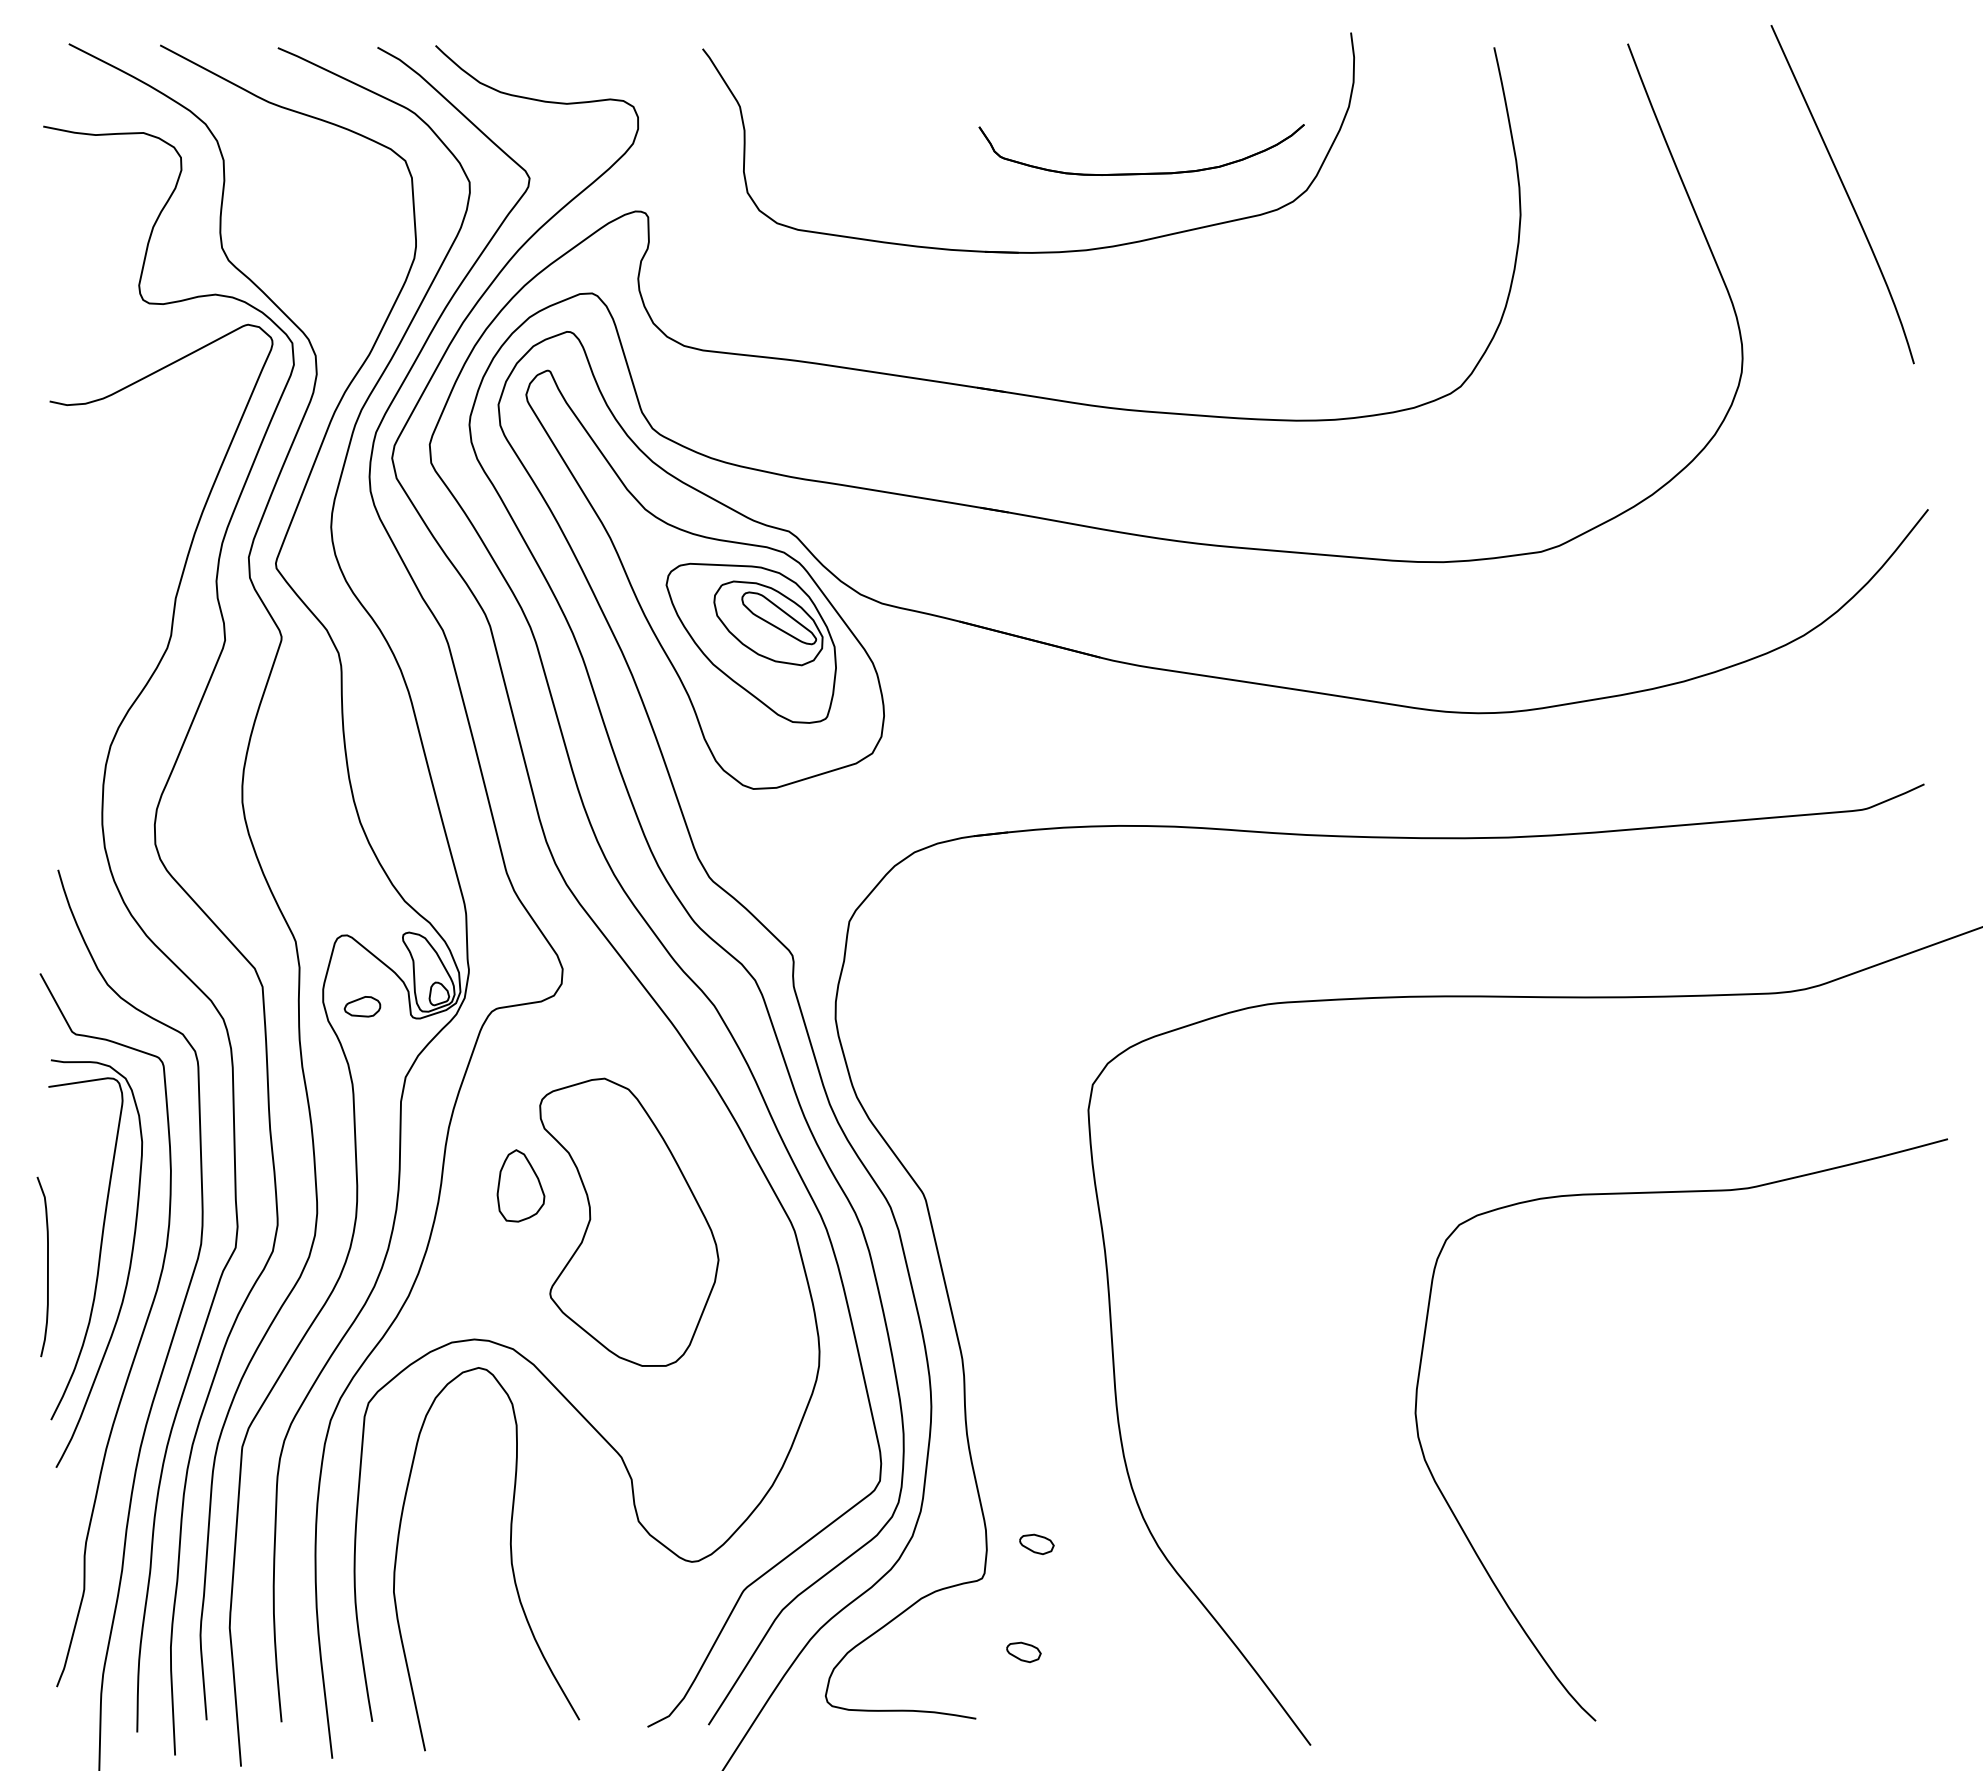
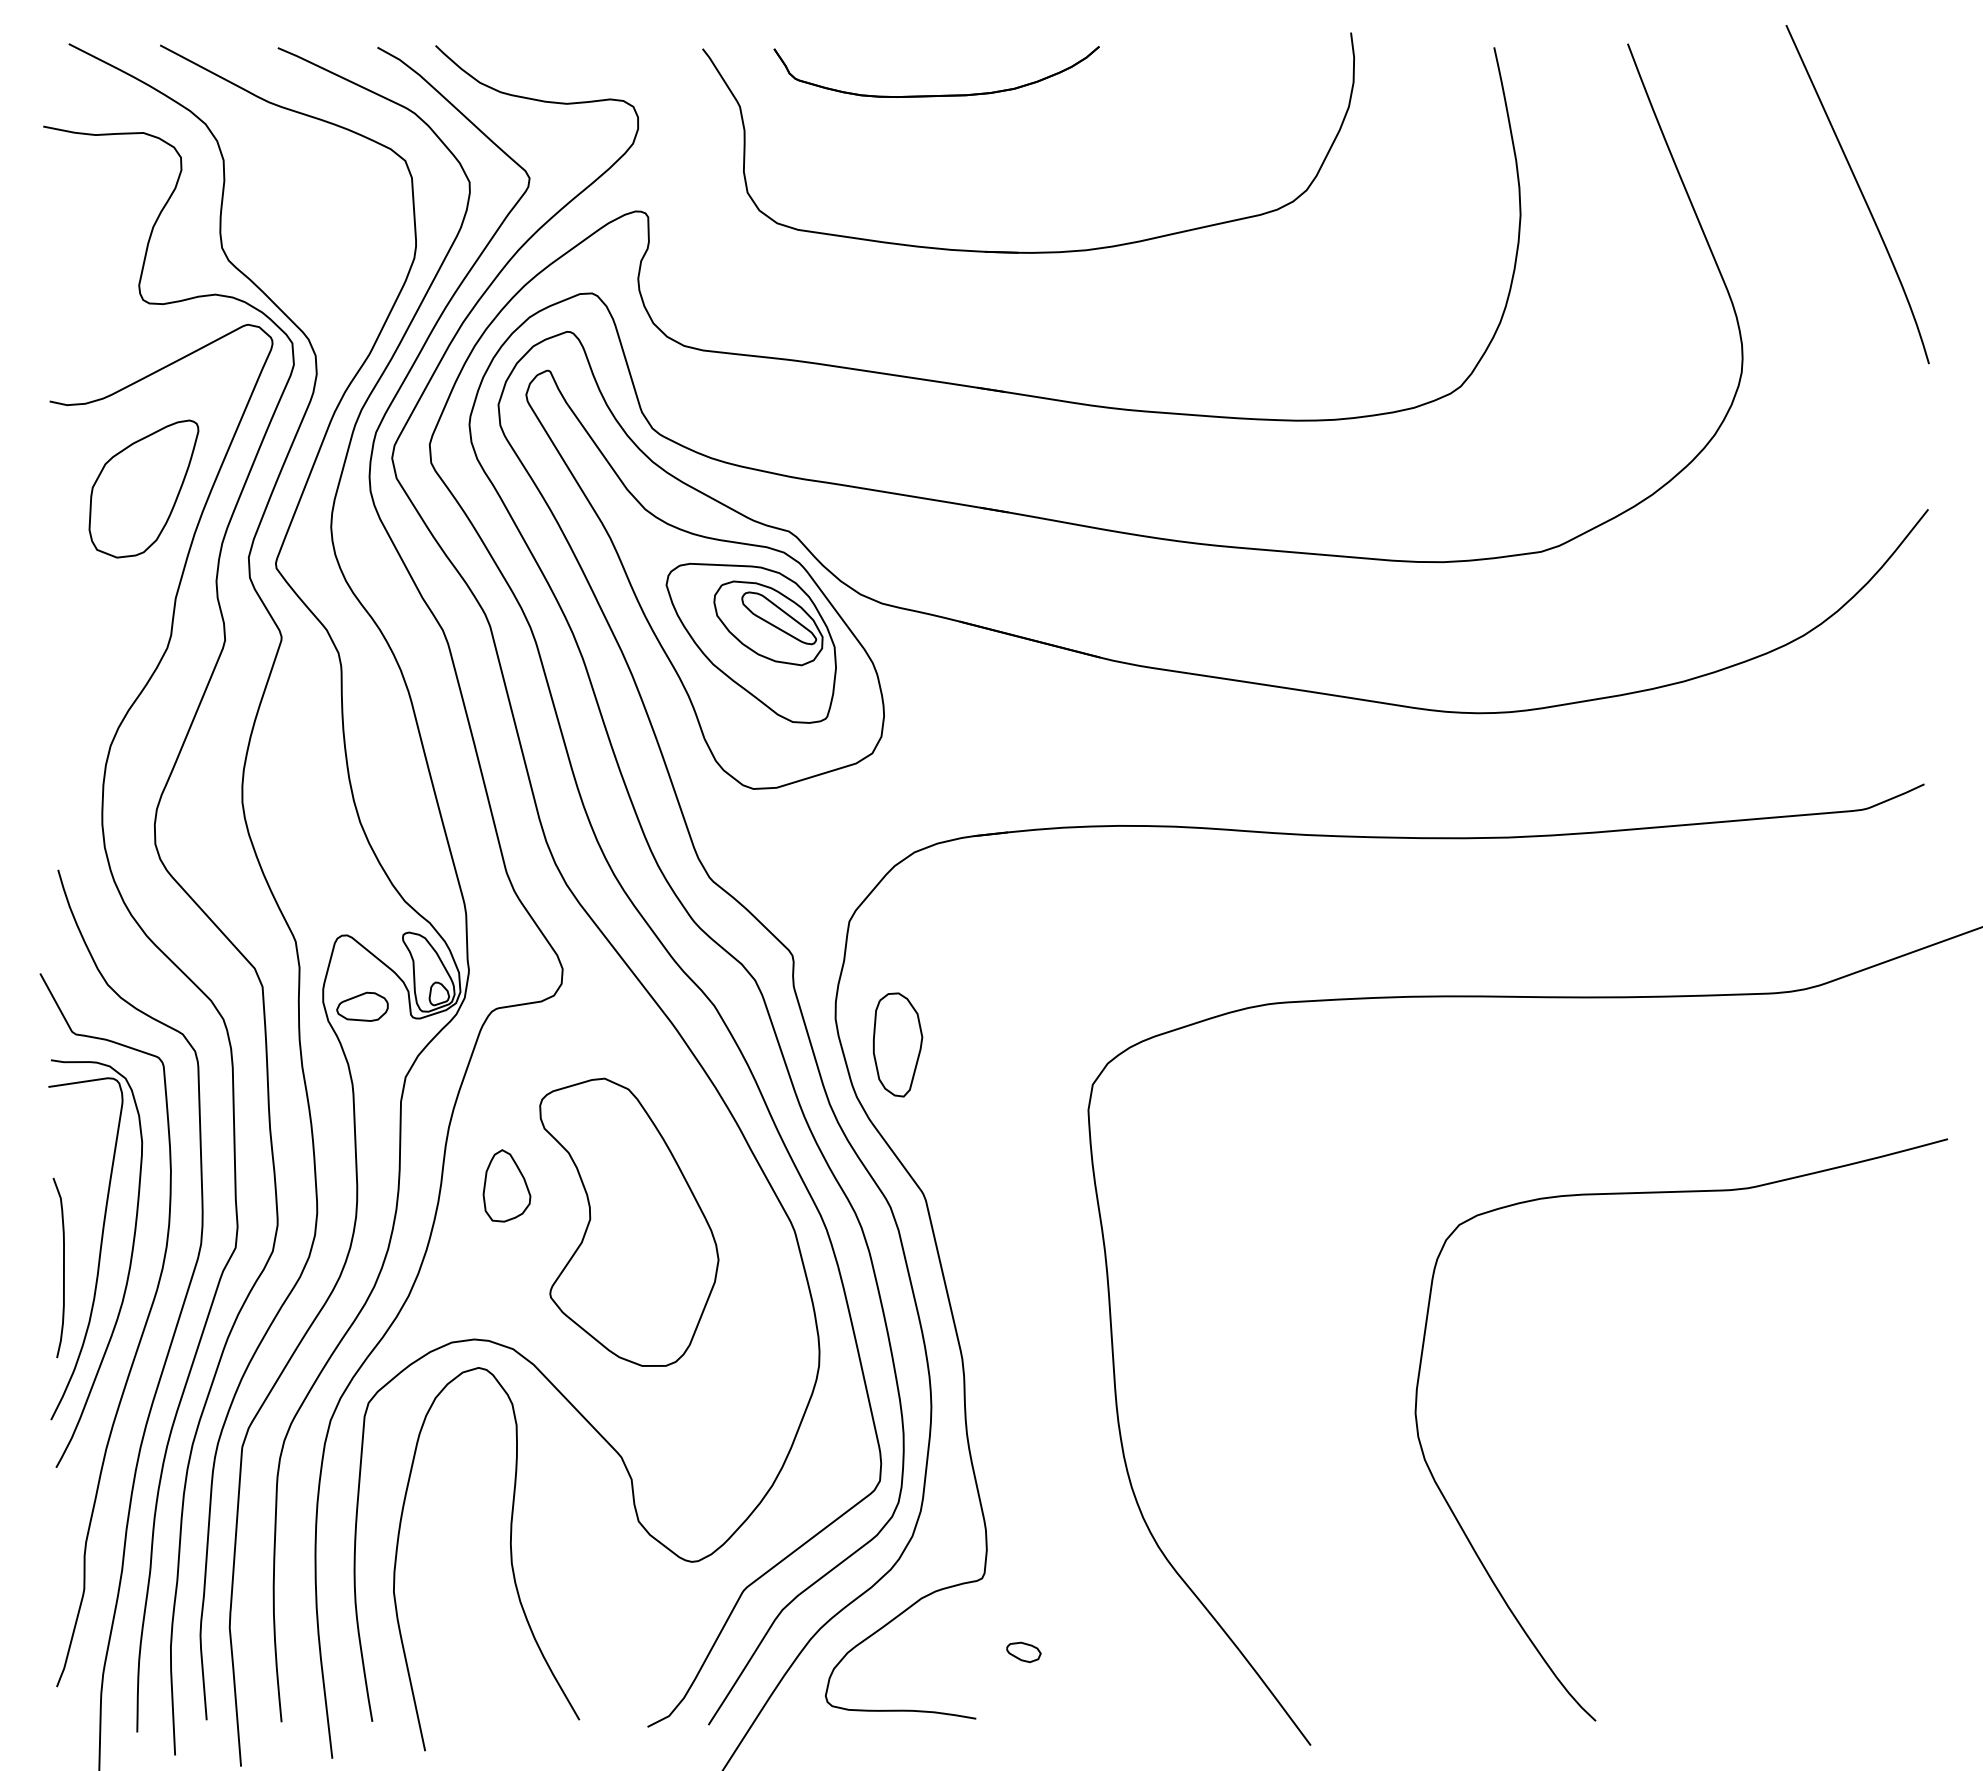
part at (1147, 172) position: (1147, 172) -> (942, 94)
curve at (1845, 192) position: (1845, 192) -> (1860, 192)
part at (143, 488): none -> present
part at (362, 1006) size: 39x22 px -> 53x31 px
part at (898, 1044): none -> present
part at (520, 1185) position: (520, 1185) -> (506, 1185)
curve at (47, 1266) position: (47, 1266) -> (63, 1267)
part at (1036, 1543): present -> none
